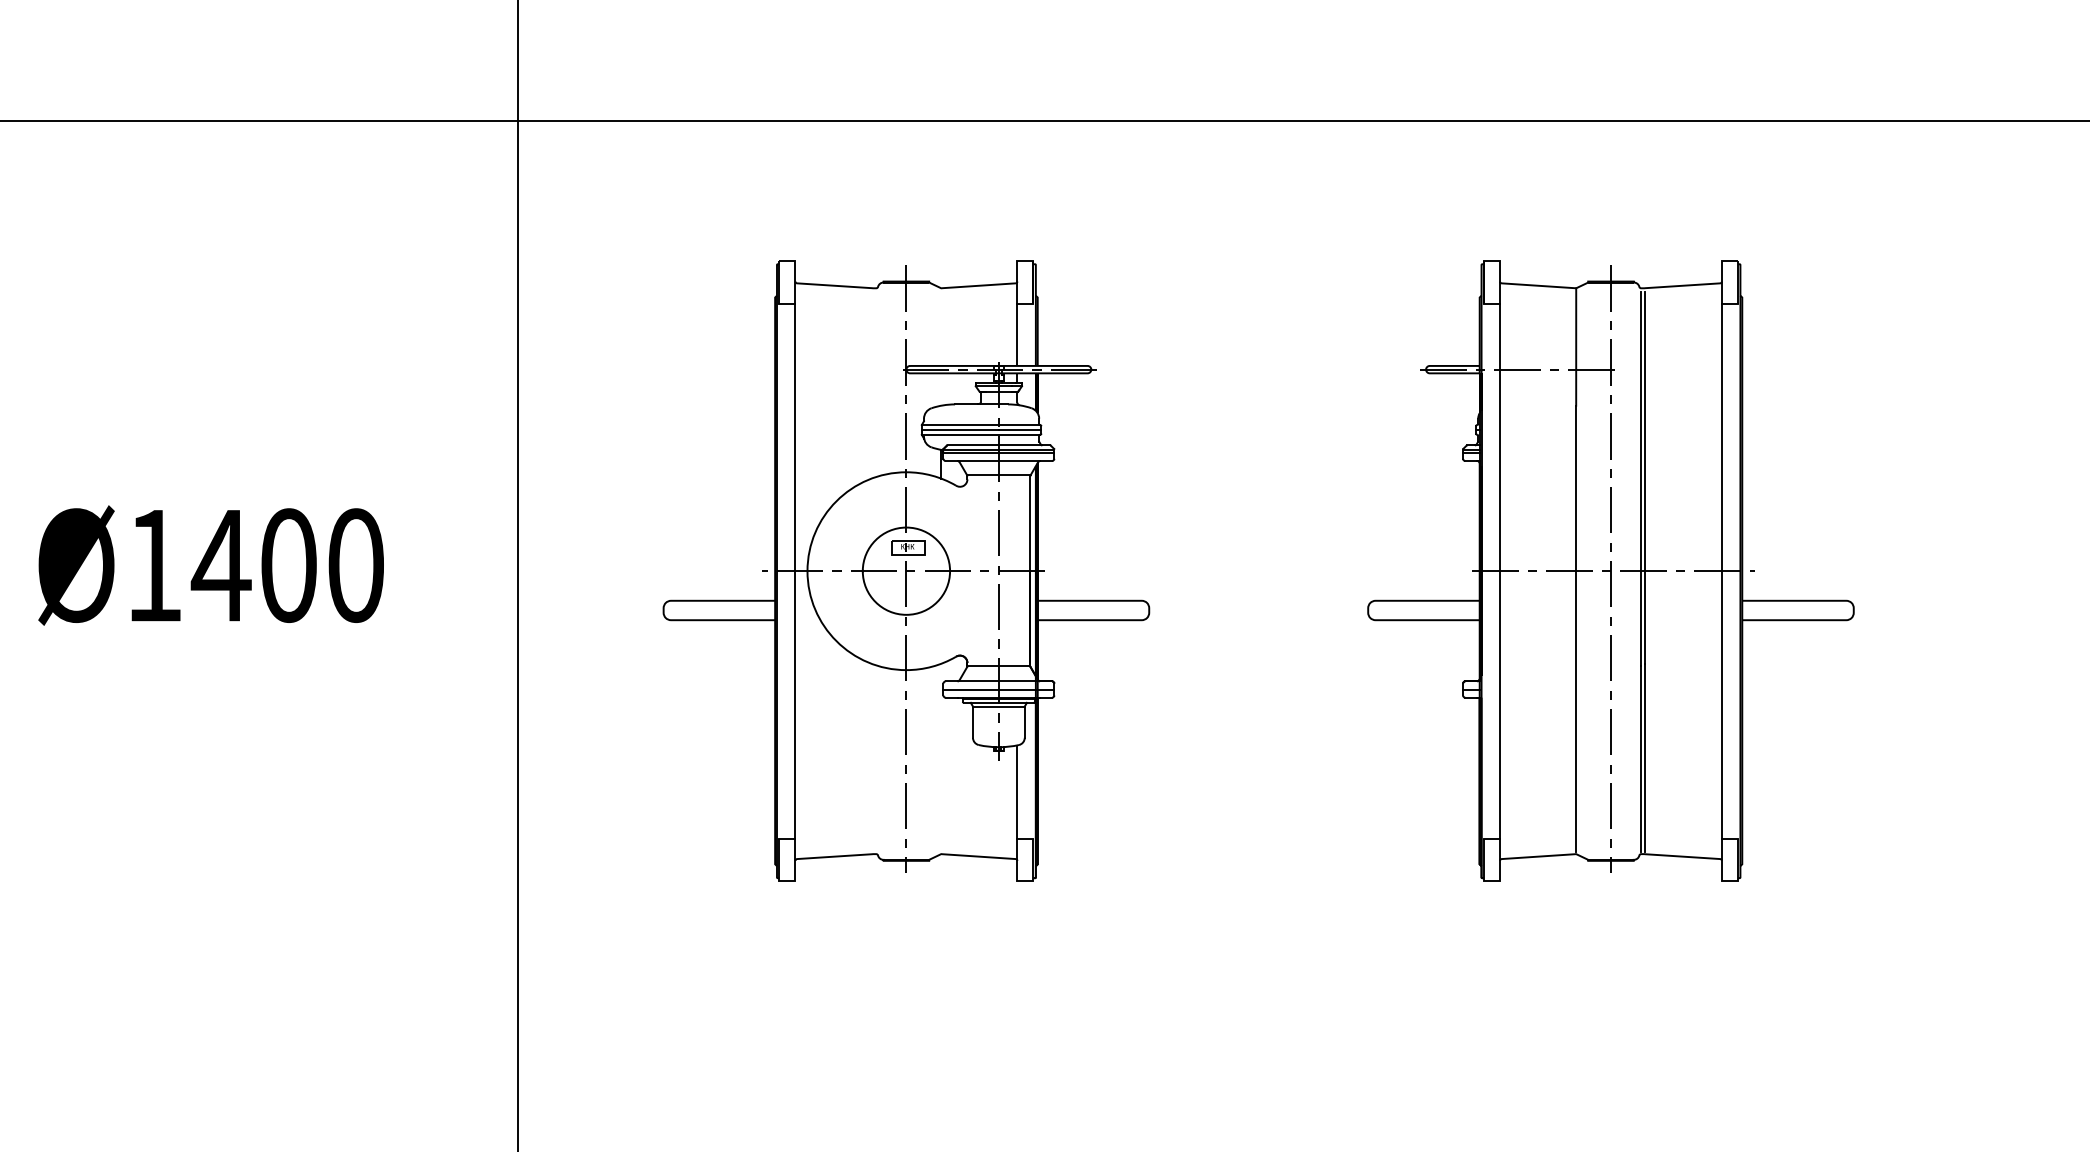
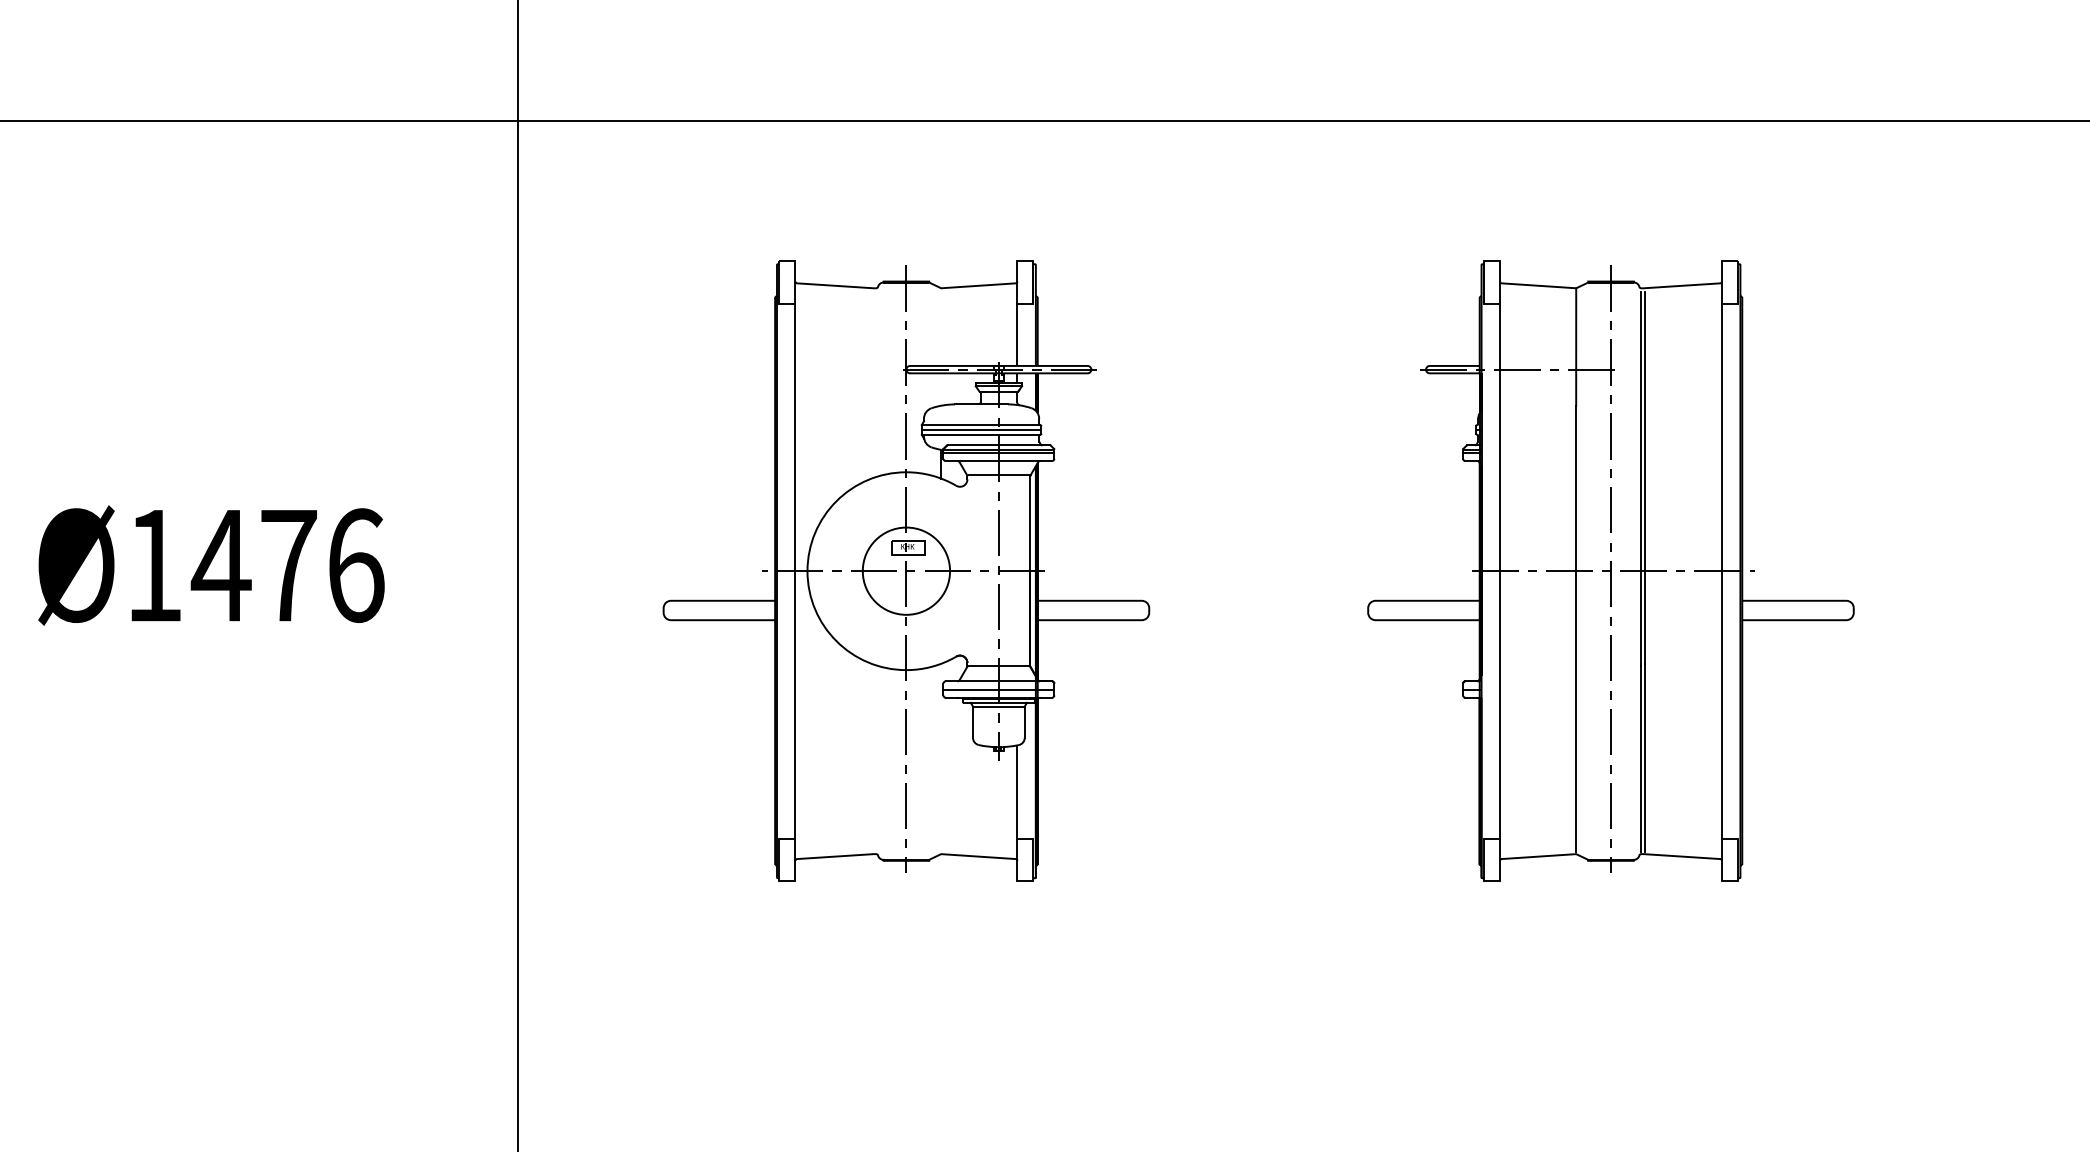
text at (322, 565): Ø1400 -> Ø1476
